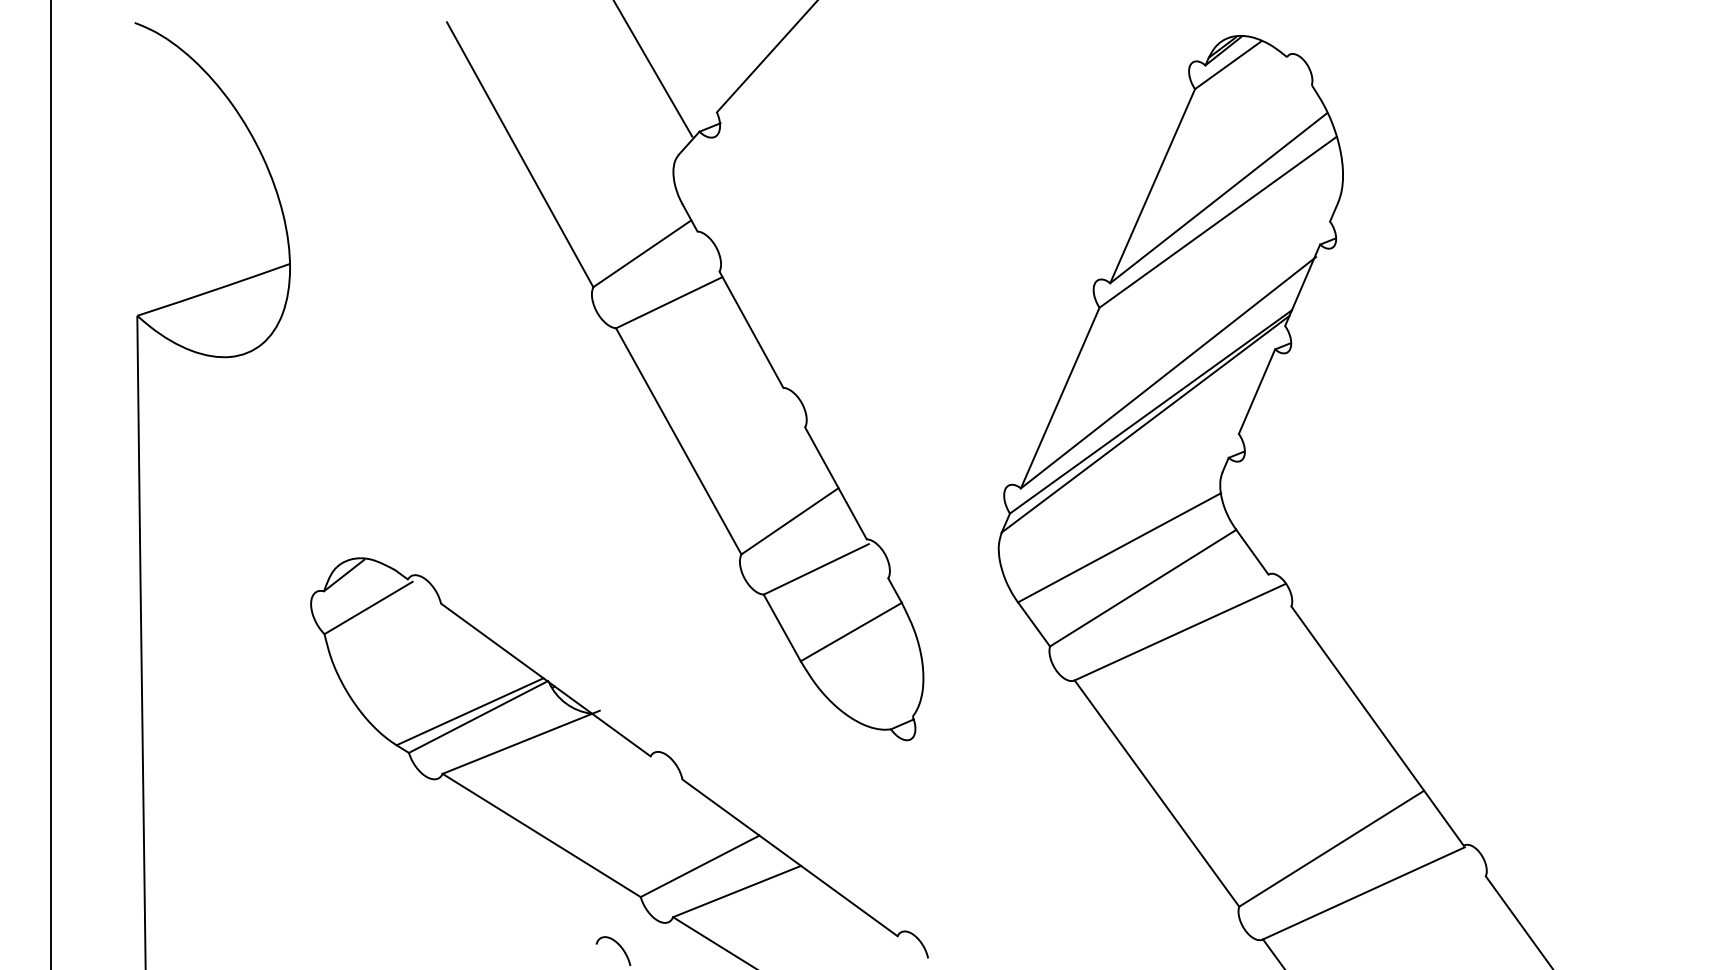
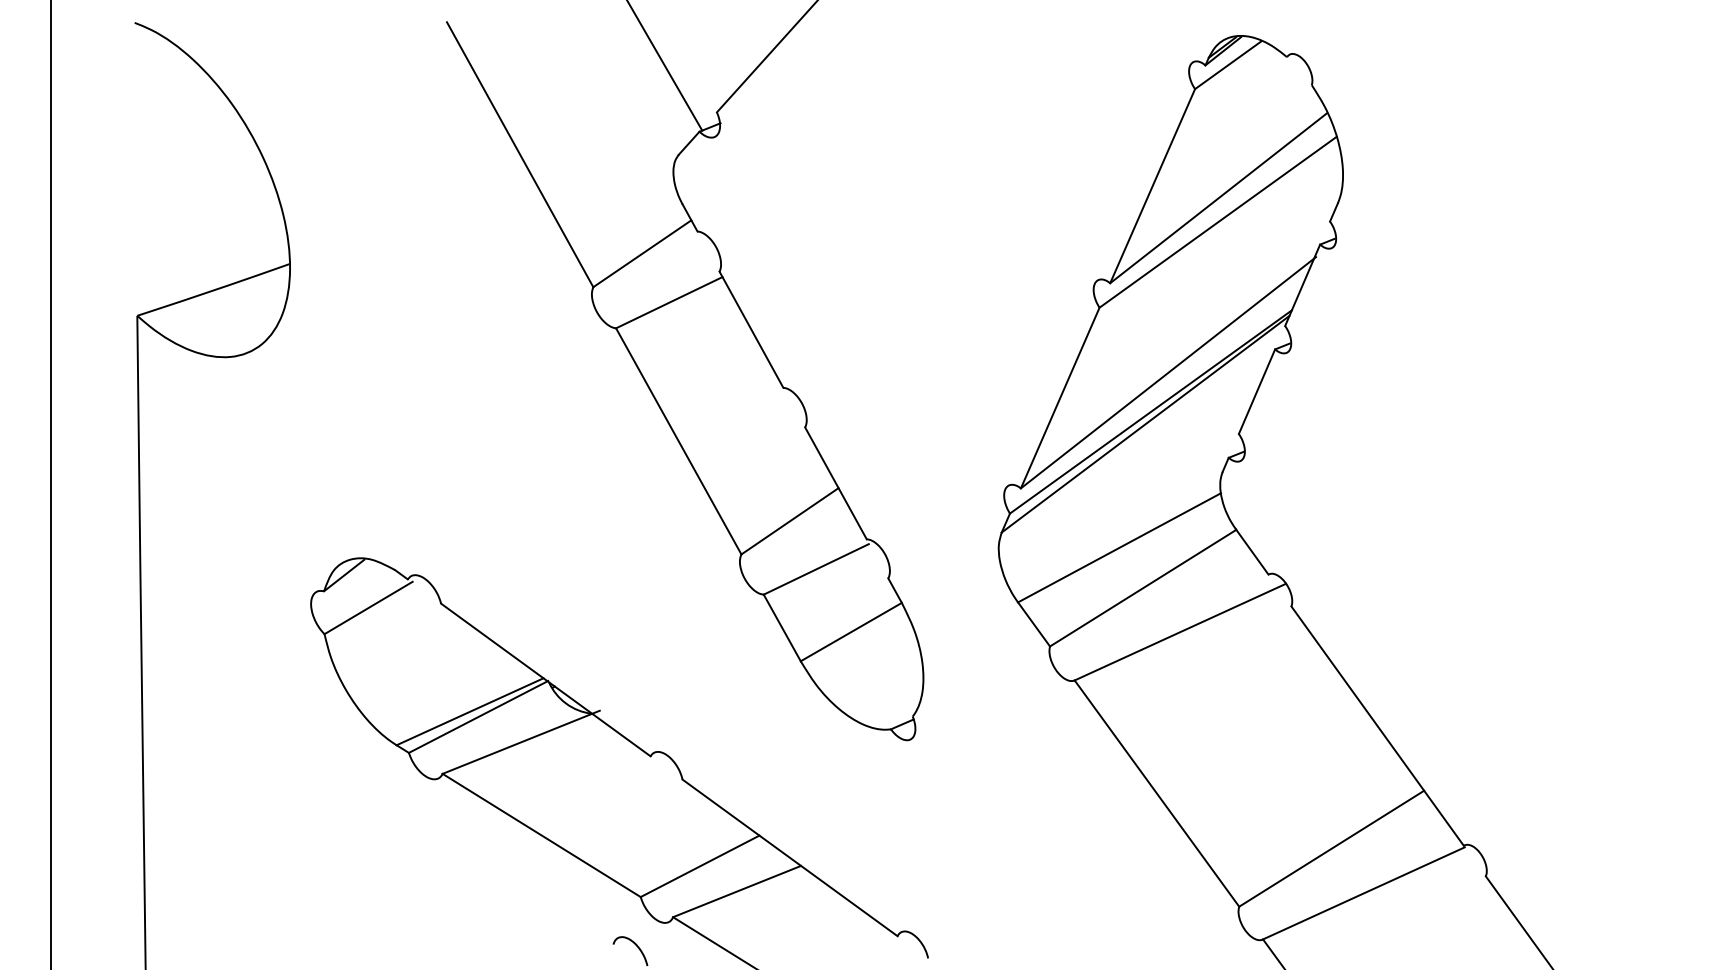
line at (653, 69) position: (653, 69) -> (665, 66)
curve at (618, 945) position: (618, 945) -> (635, 945)
